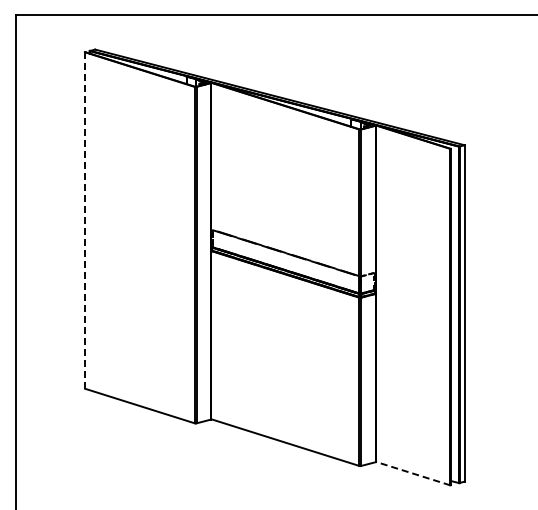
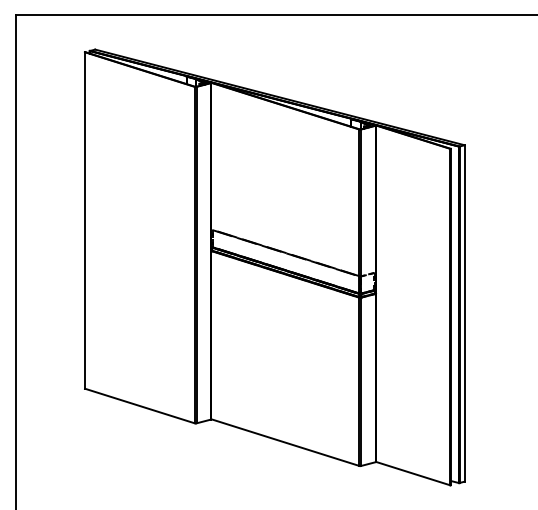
line at (85, 221): dashed -> solid
line at (412, 473): dashed -> solid
